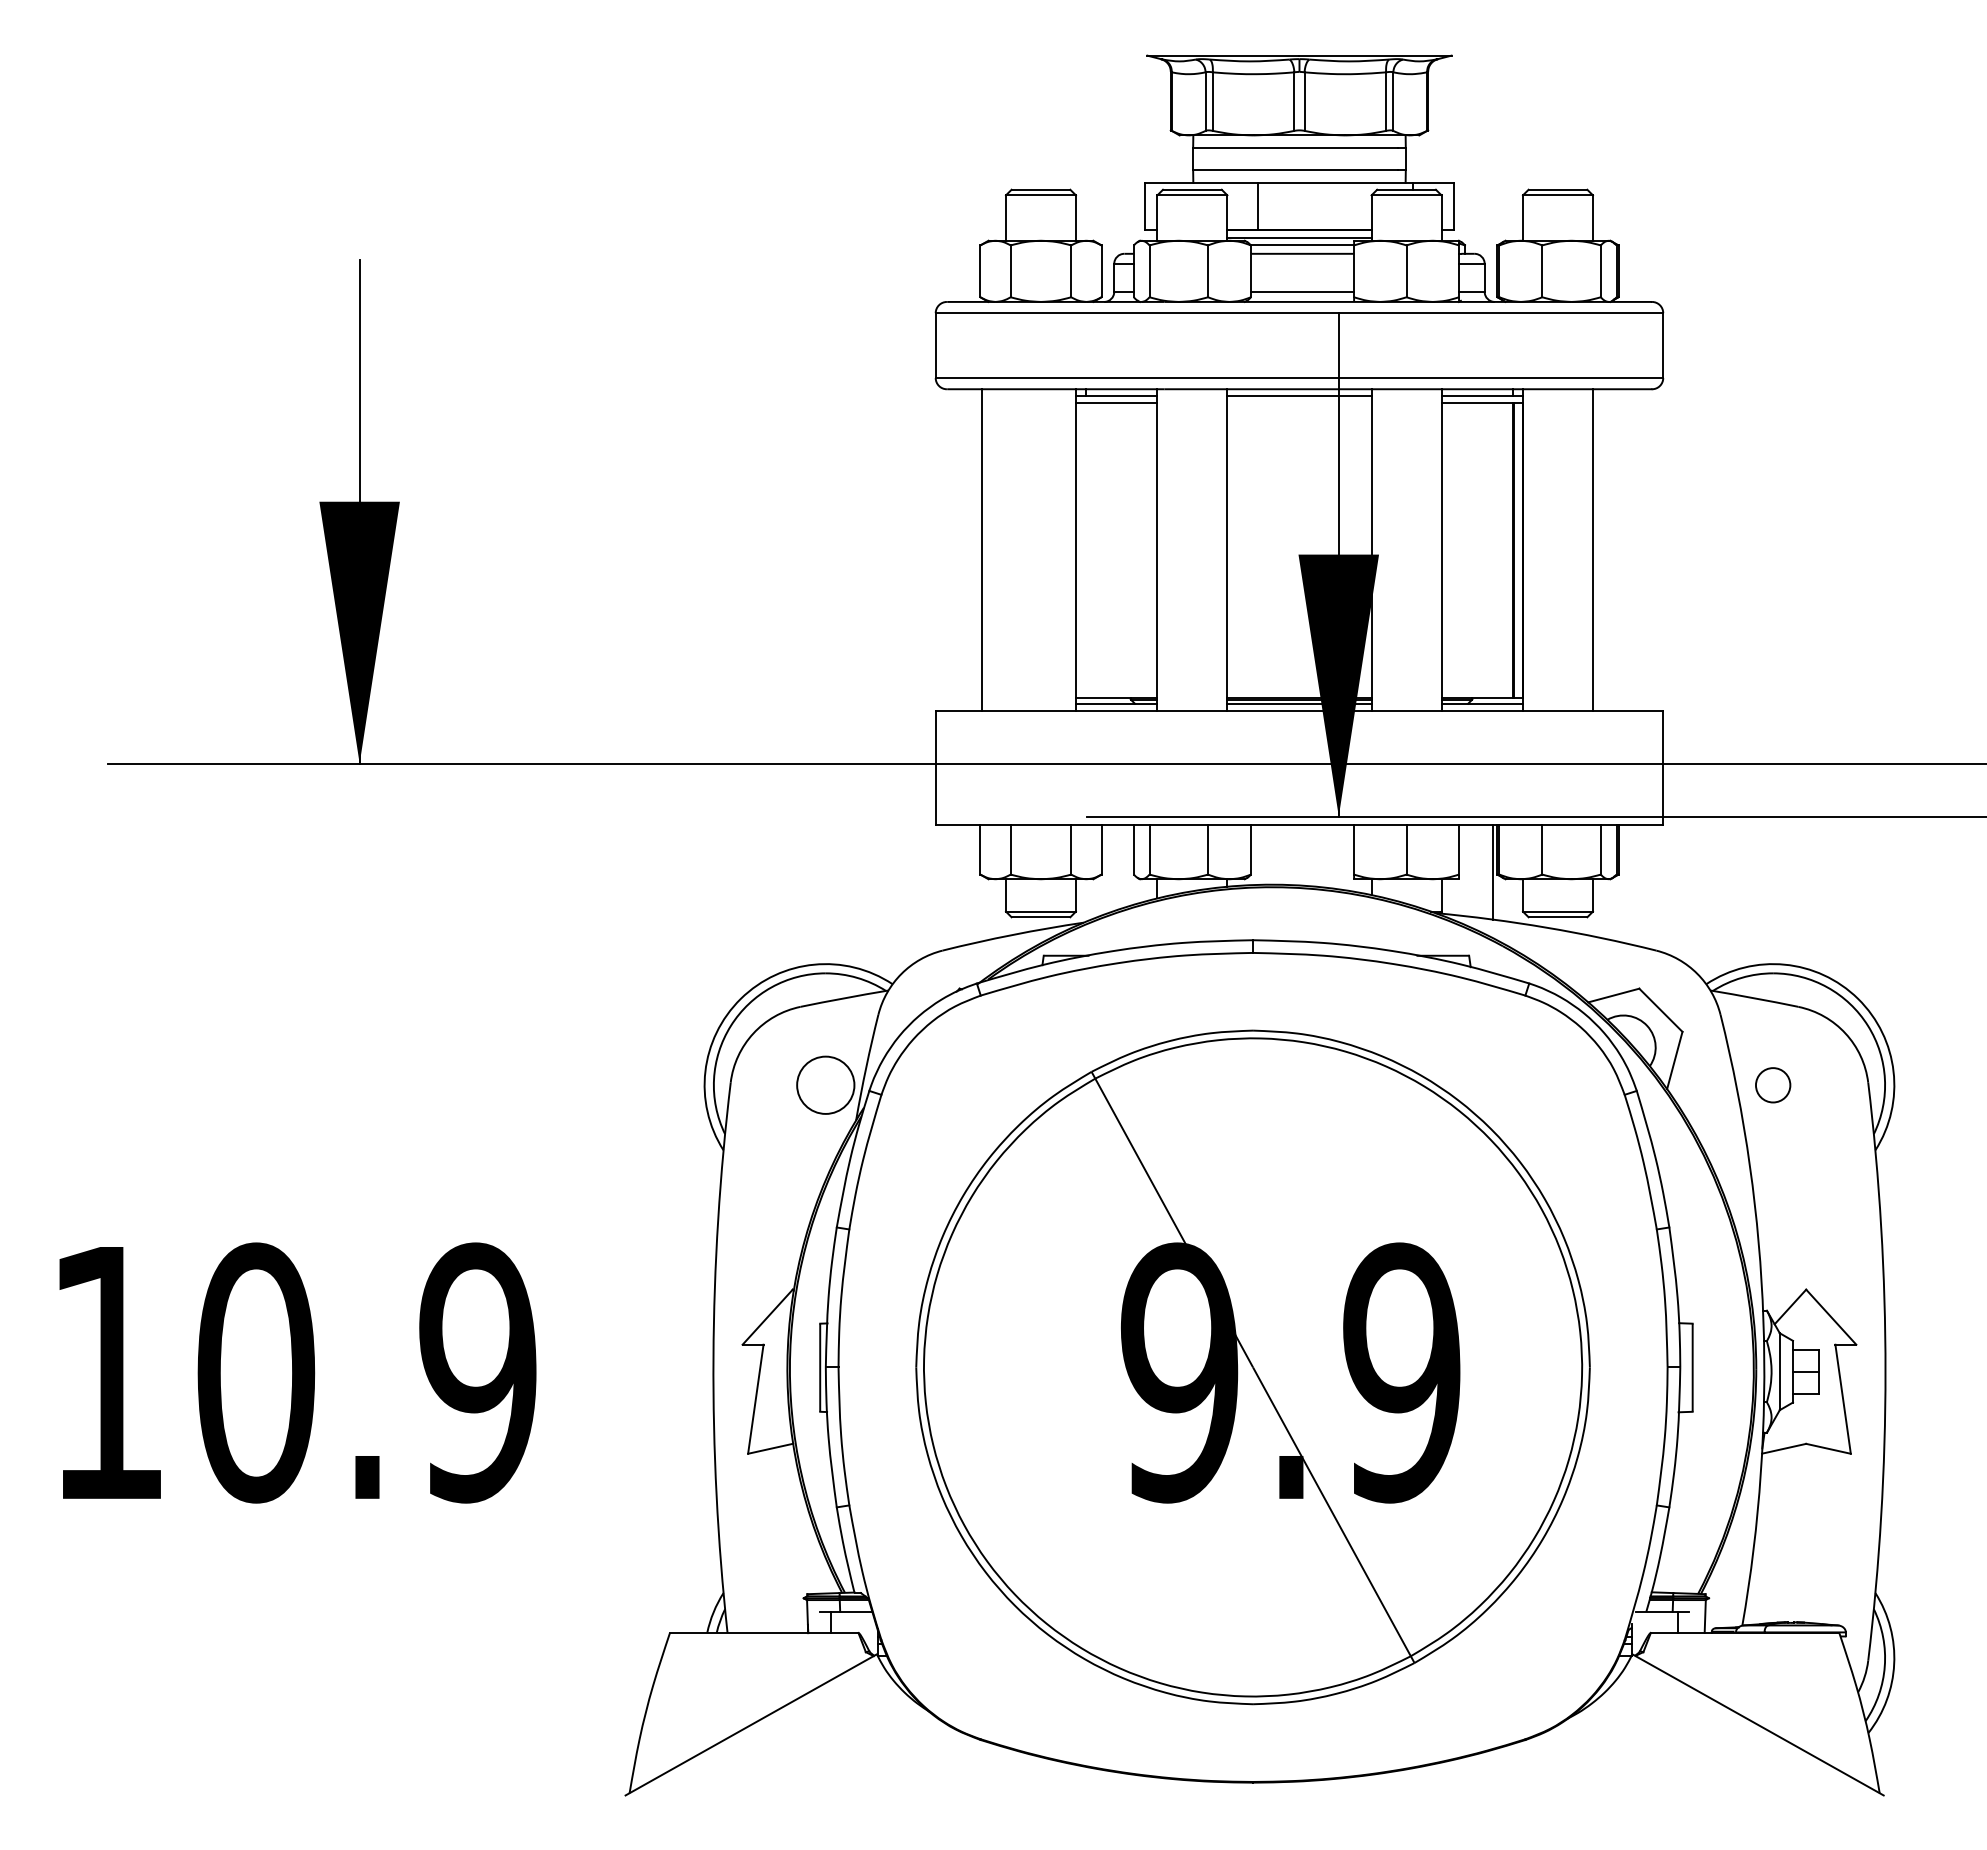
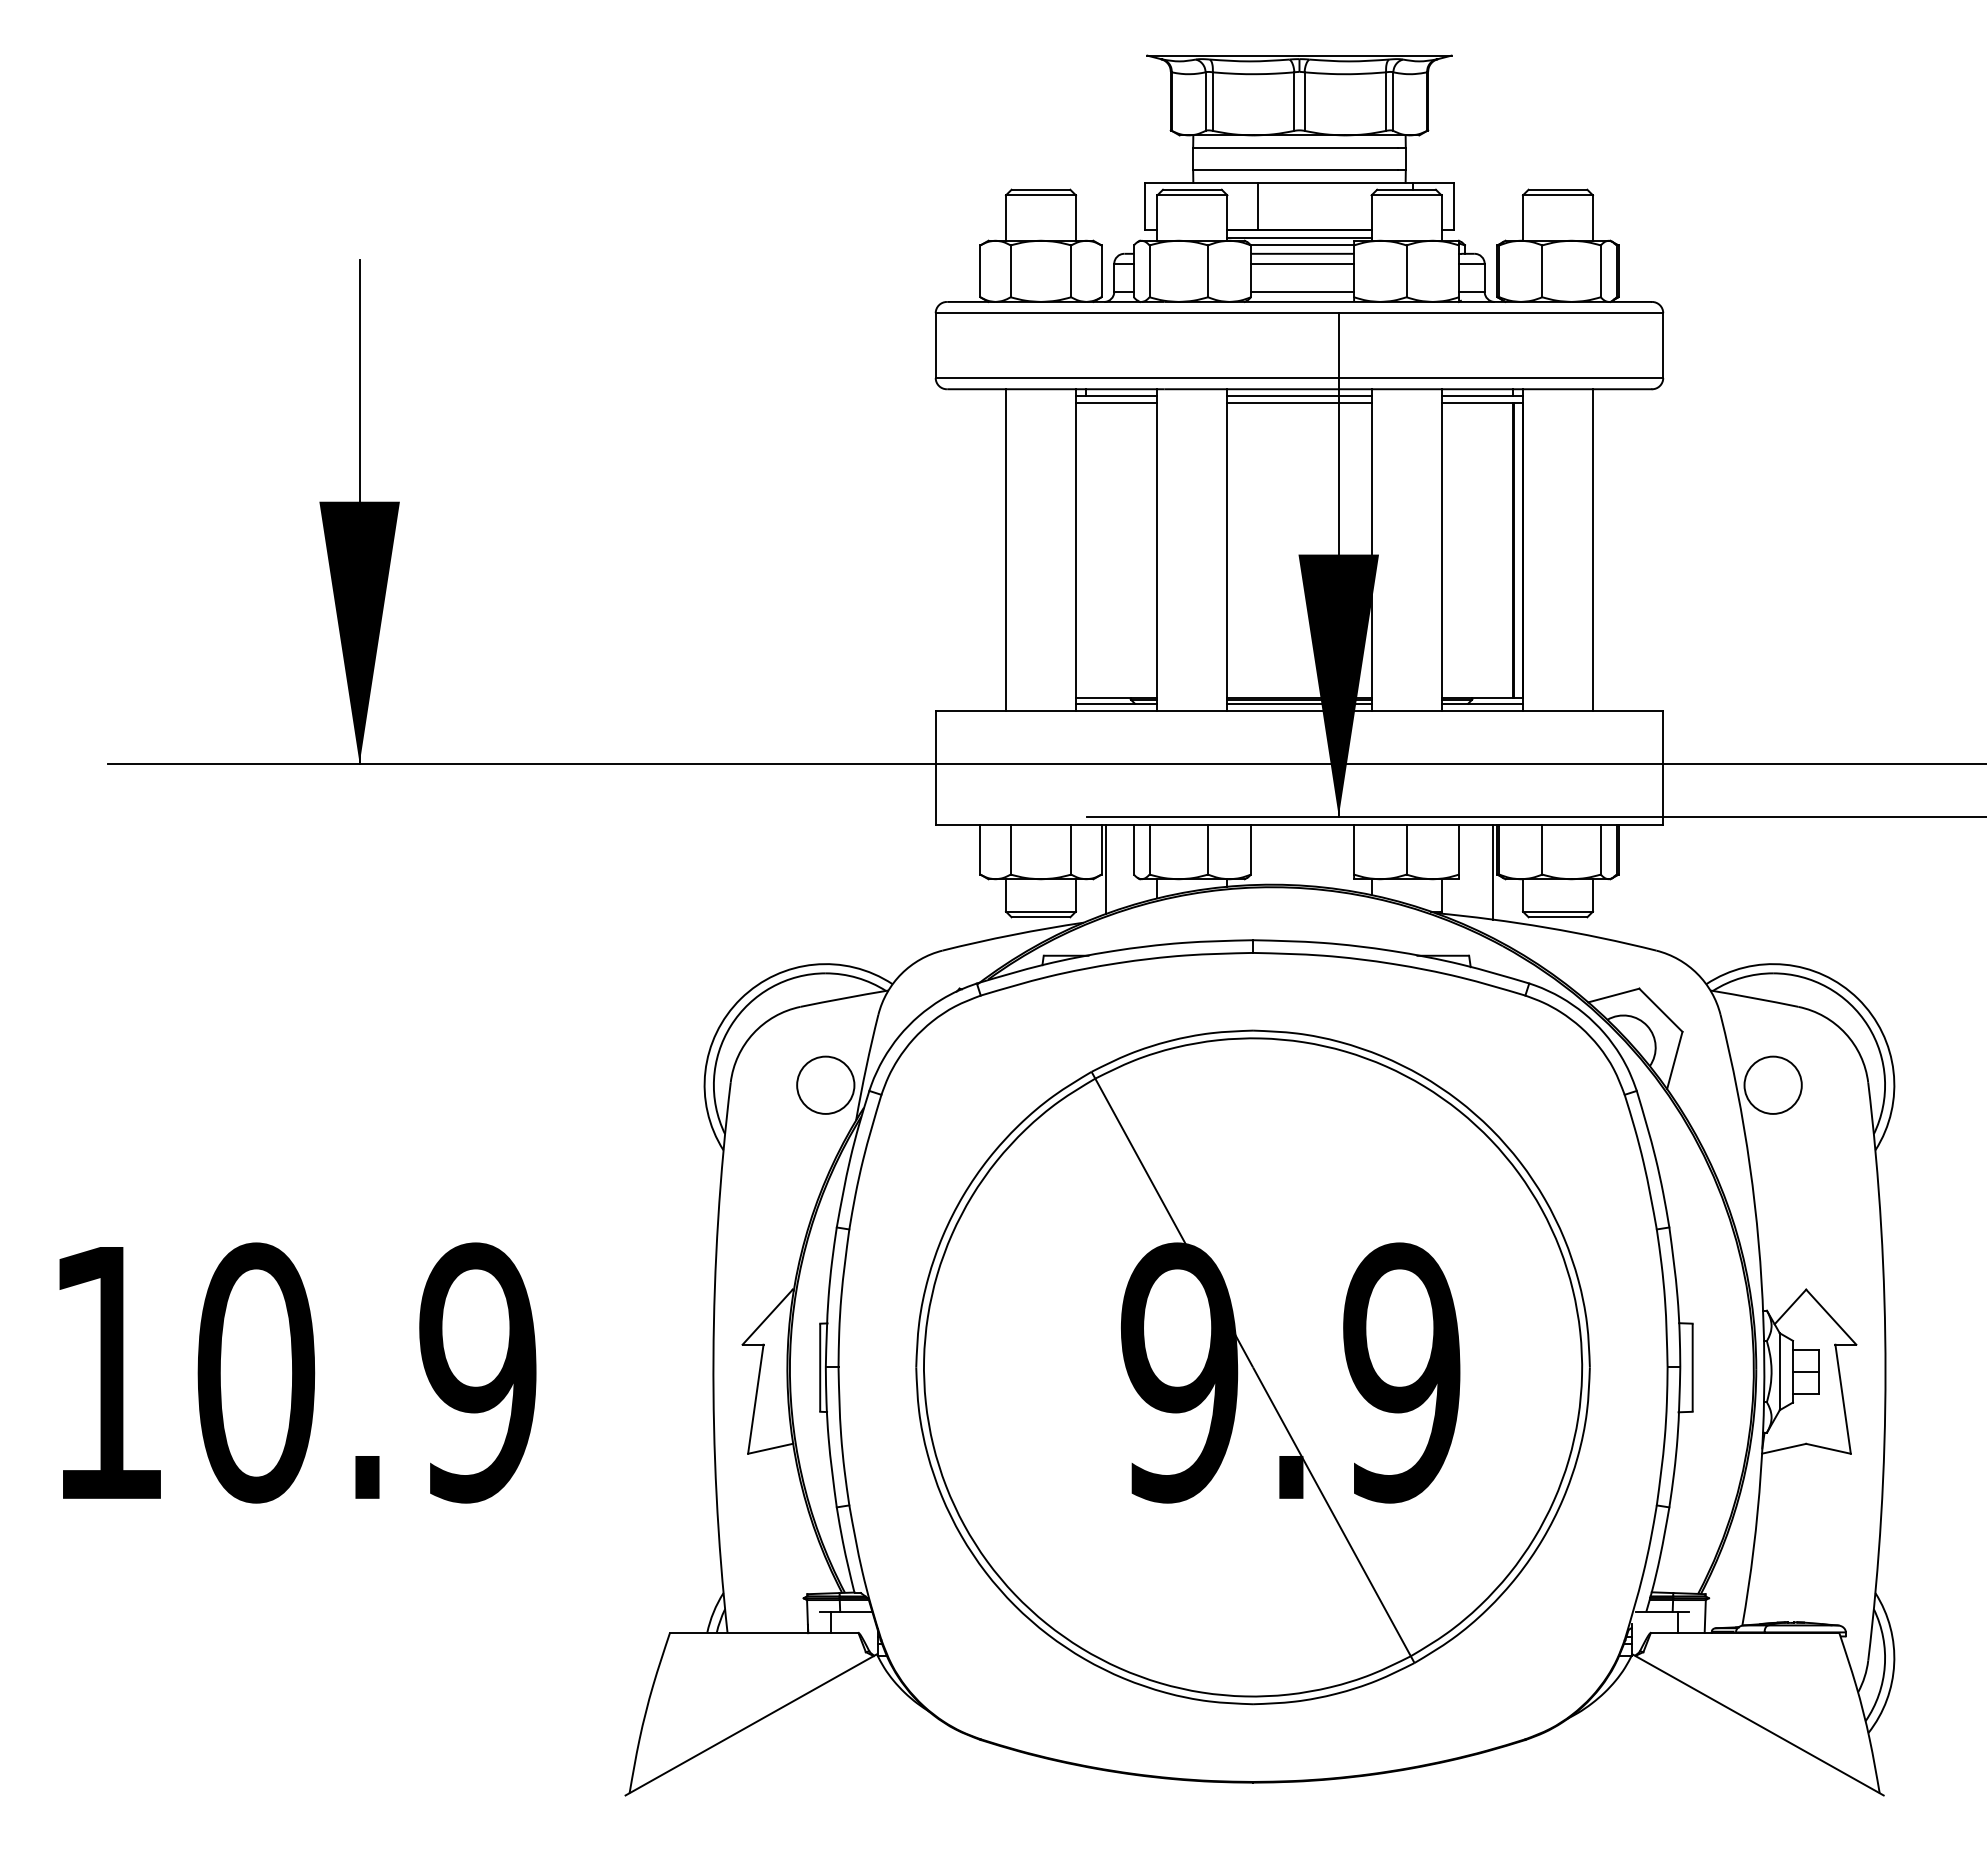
line at (1302, 263): none -> present
line at (1299, 403): none -> present
line at (981, 549) position: (981, 549) -> (1005, 549)
line at (1105, 869): none -> present
circle at (1772, 1085) diameter: 34 px -> 57 px
